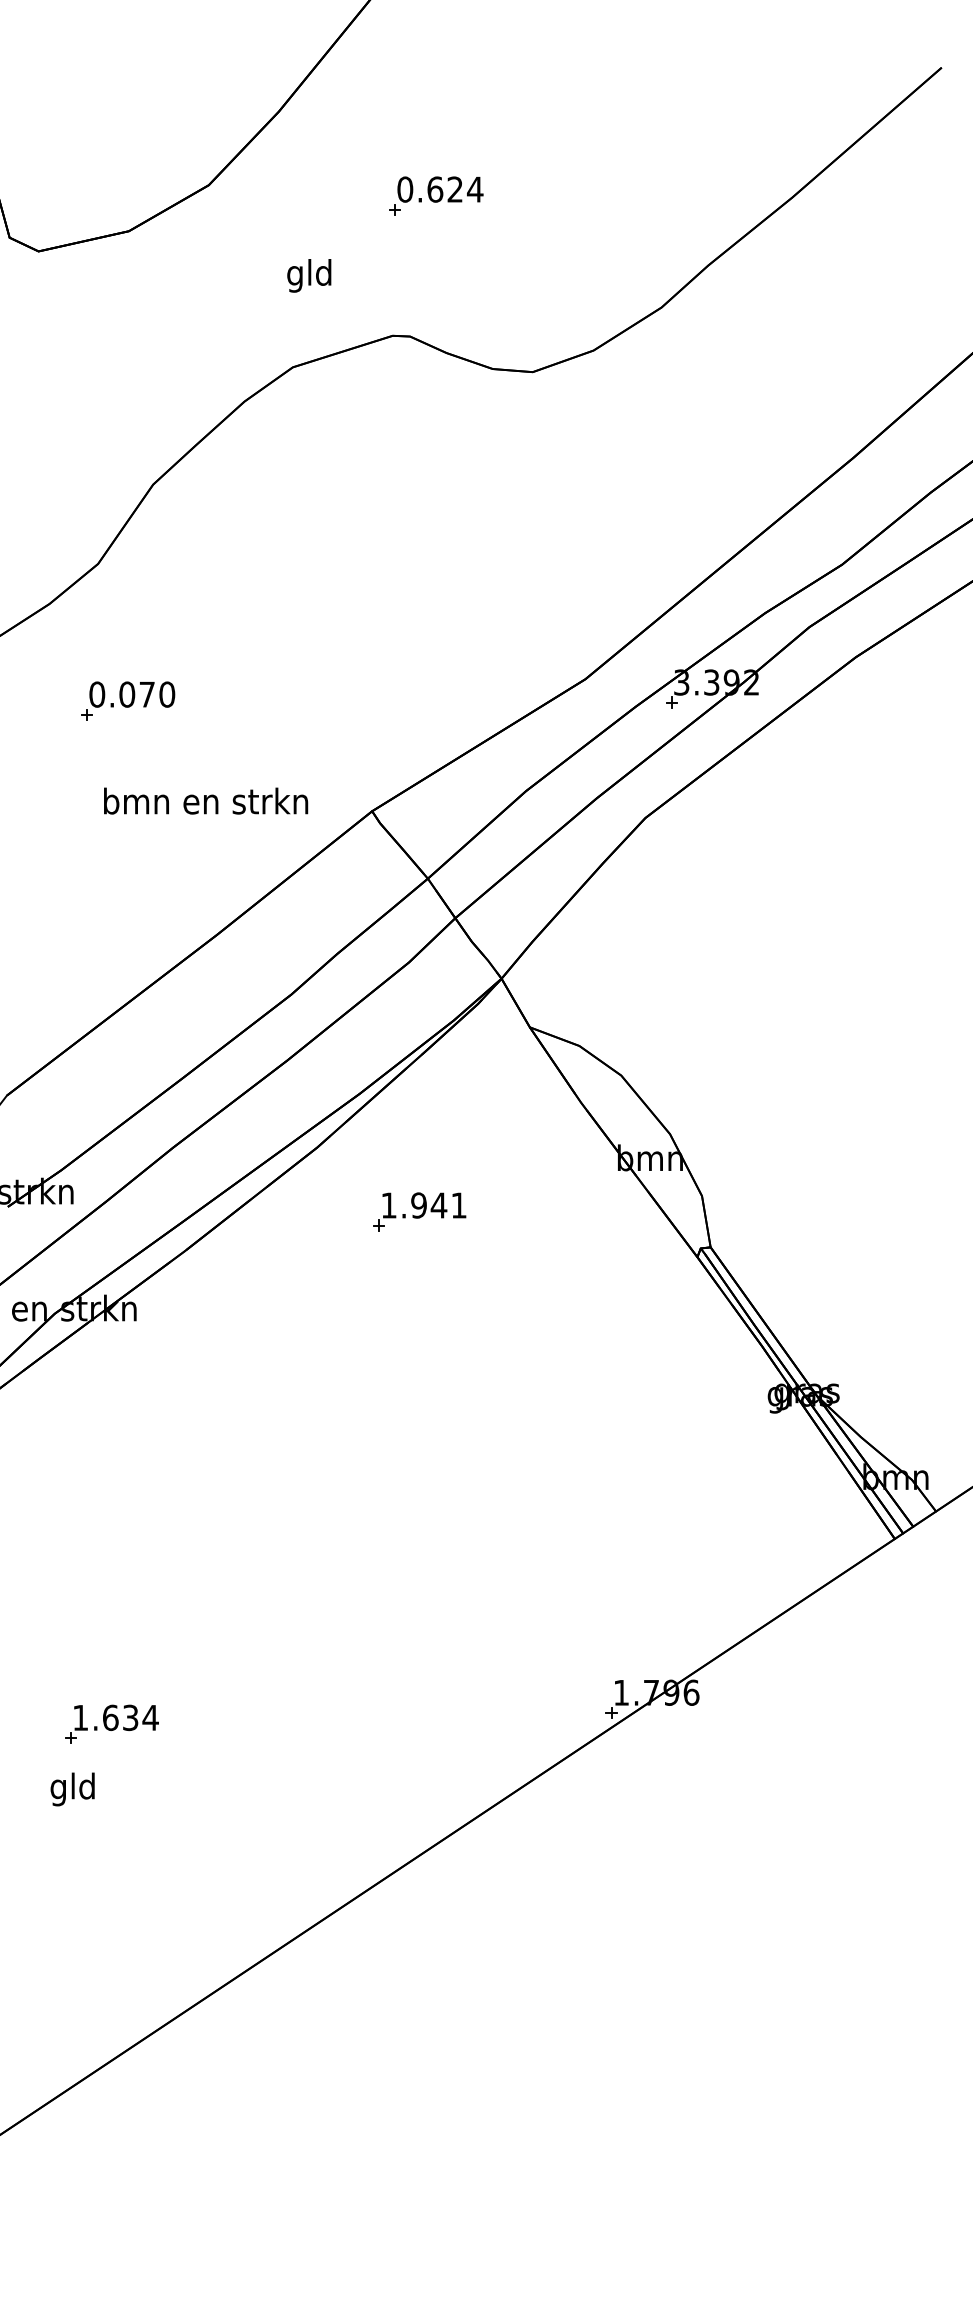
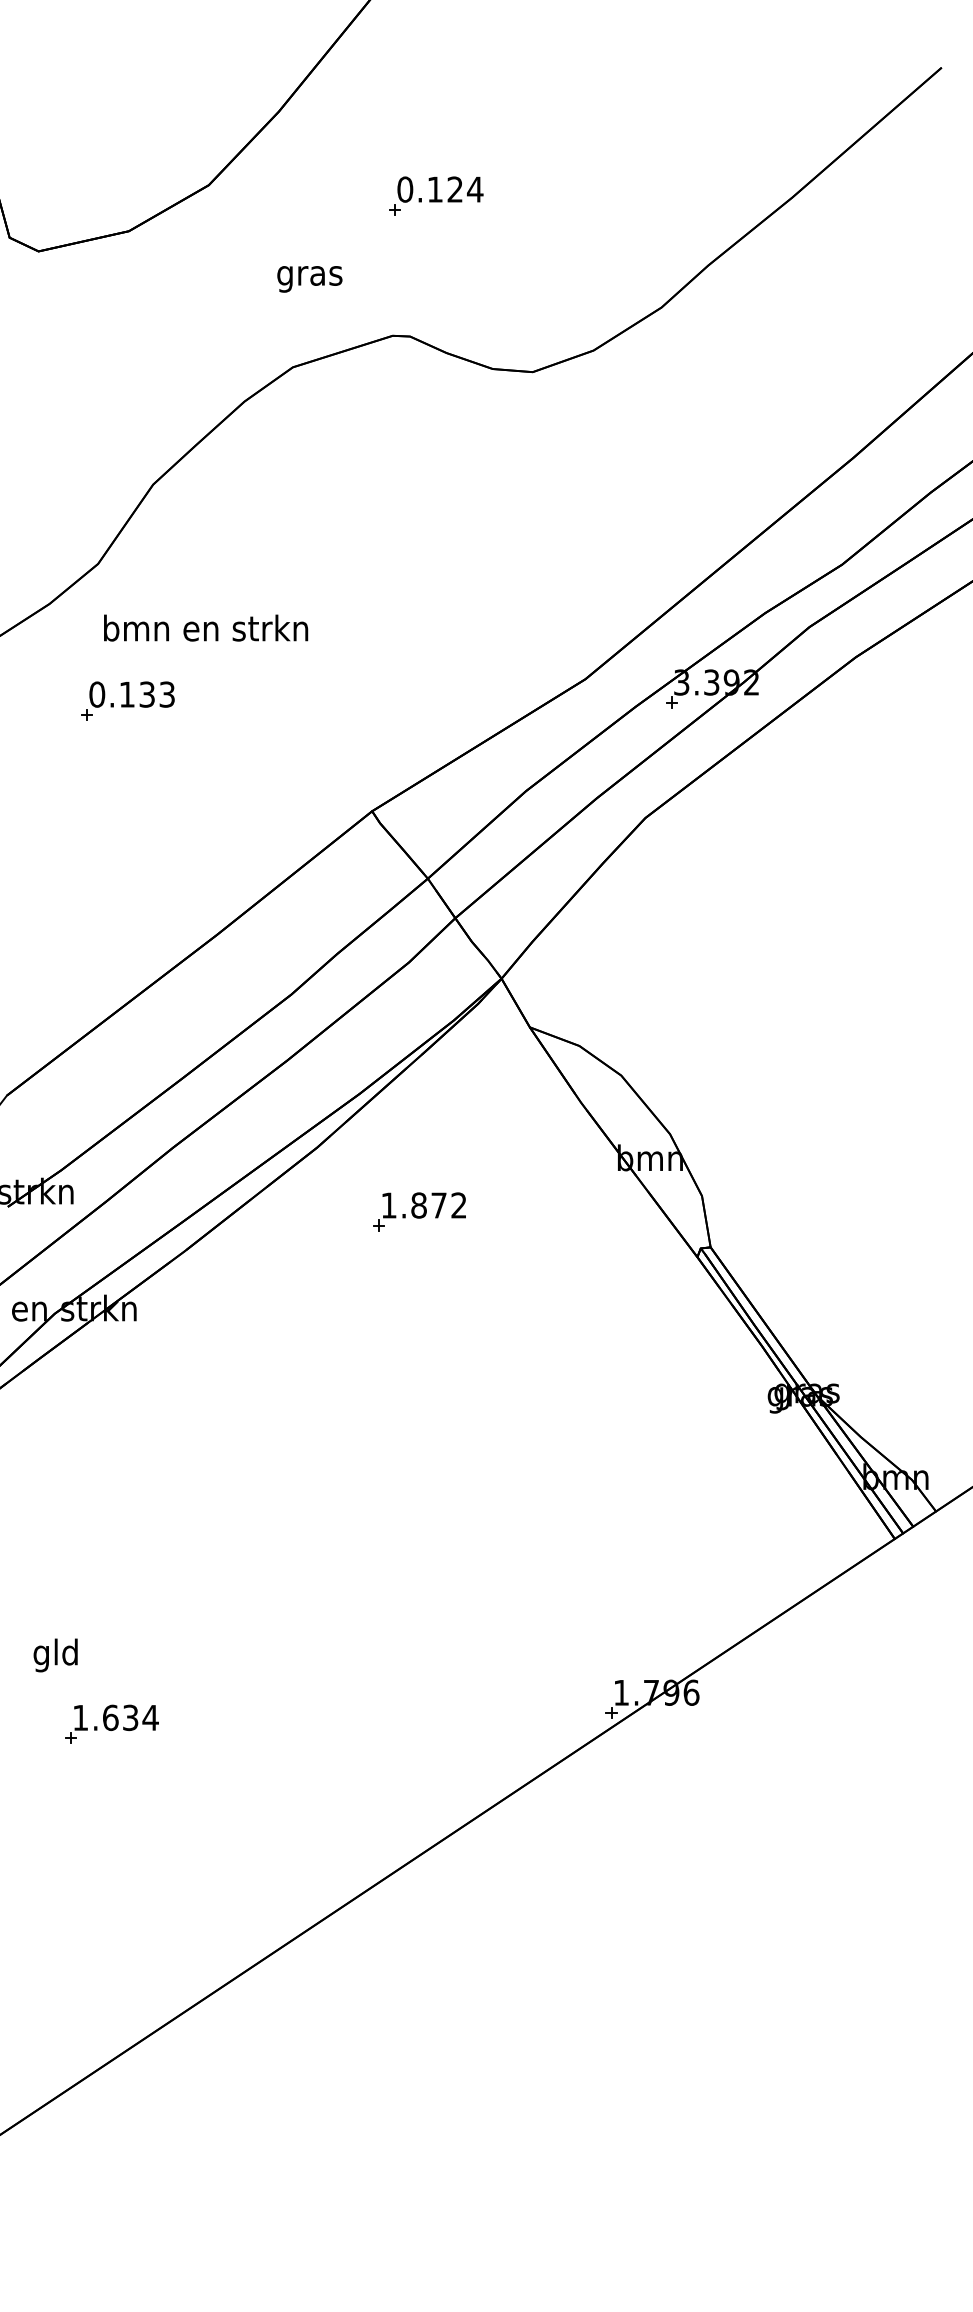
text at (435, 189): 0.624 -> 0.124
text at (309, 275): gld -> gras
text at (147, 694): 0.070 -> 0.133
text at (206, 800) position: (206, 800) -> (206, 627)
text at (438, 1205): 1.941 -> 1.872
text at (72, 1789) position: (72, 1789) -> (55, 1655)
